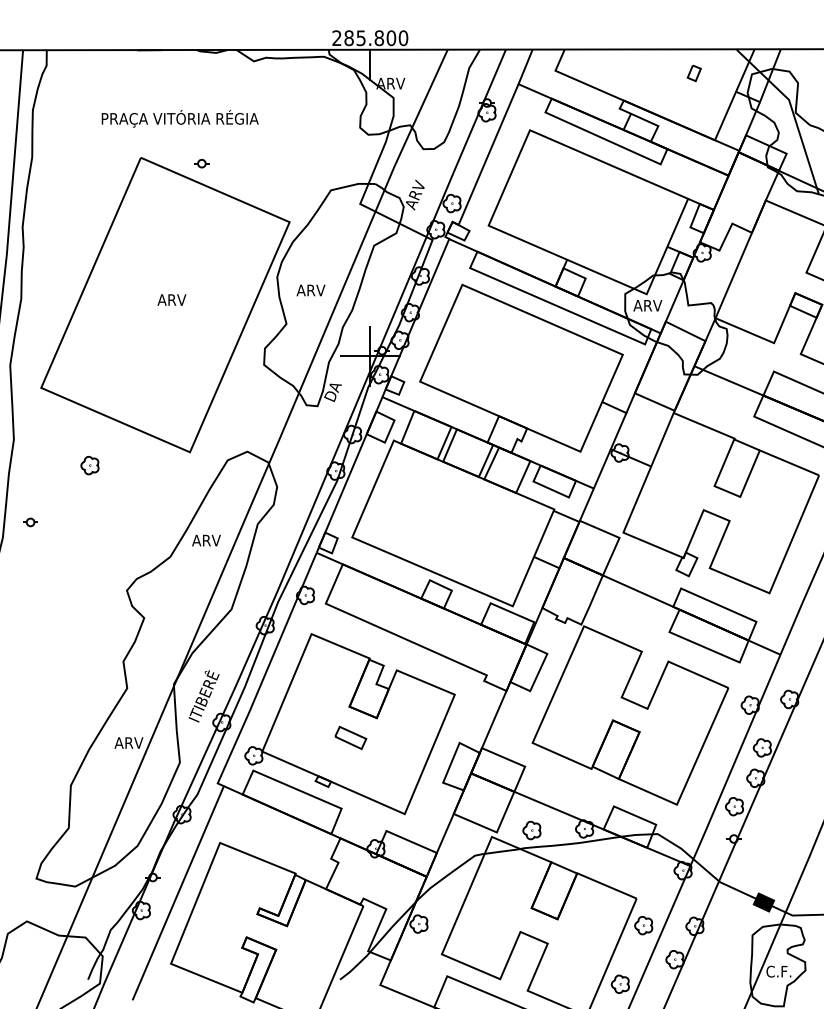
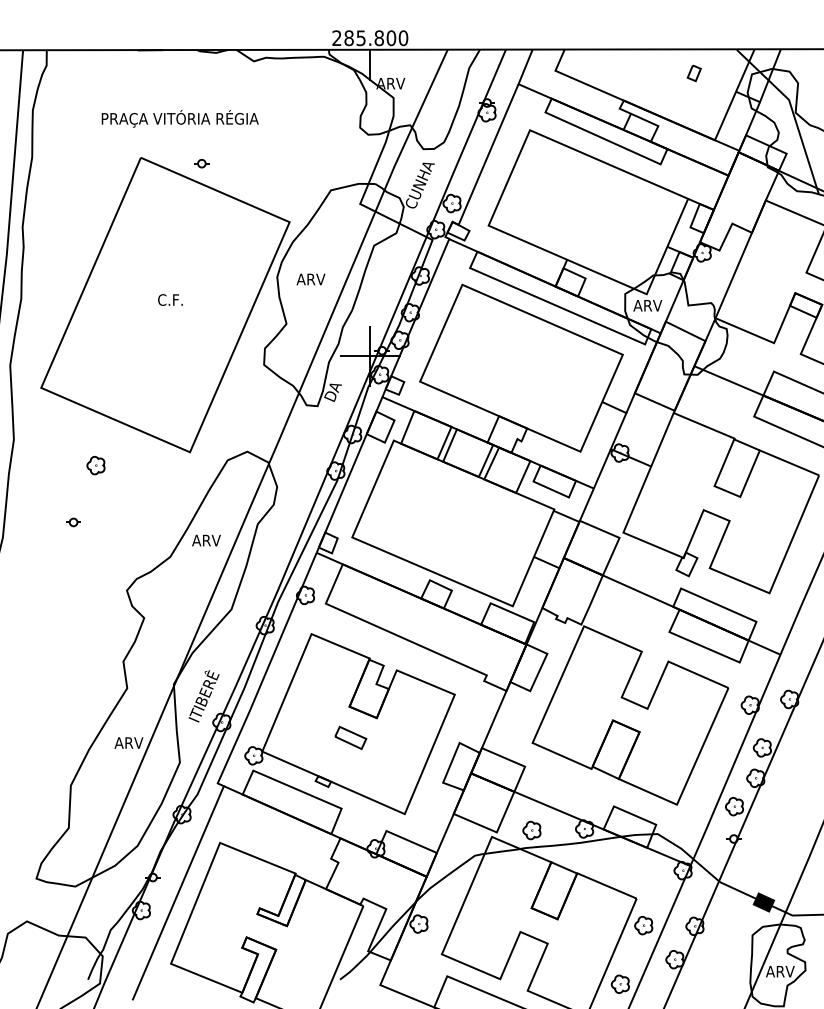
text at (420, 186): ARV -> CUNHA
text at (310, 290) position: (310, 290) -> (310, 279)
text at (171, 299): ARV -> C.F.
part at (89, 465) position: (89, 465) -> (95, 465)
part at (30, 522) position: (30, 522) -> (73, 522)
text at (780, 971): C.F. -> ARV
